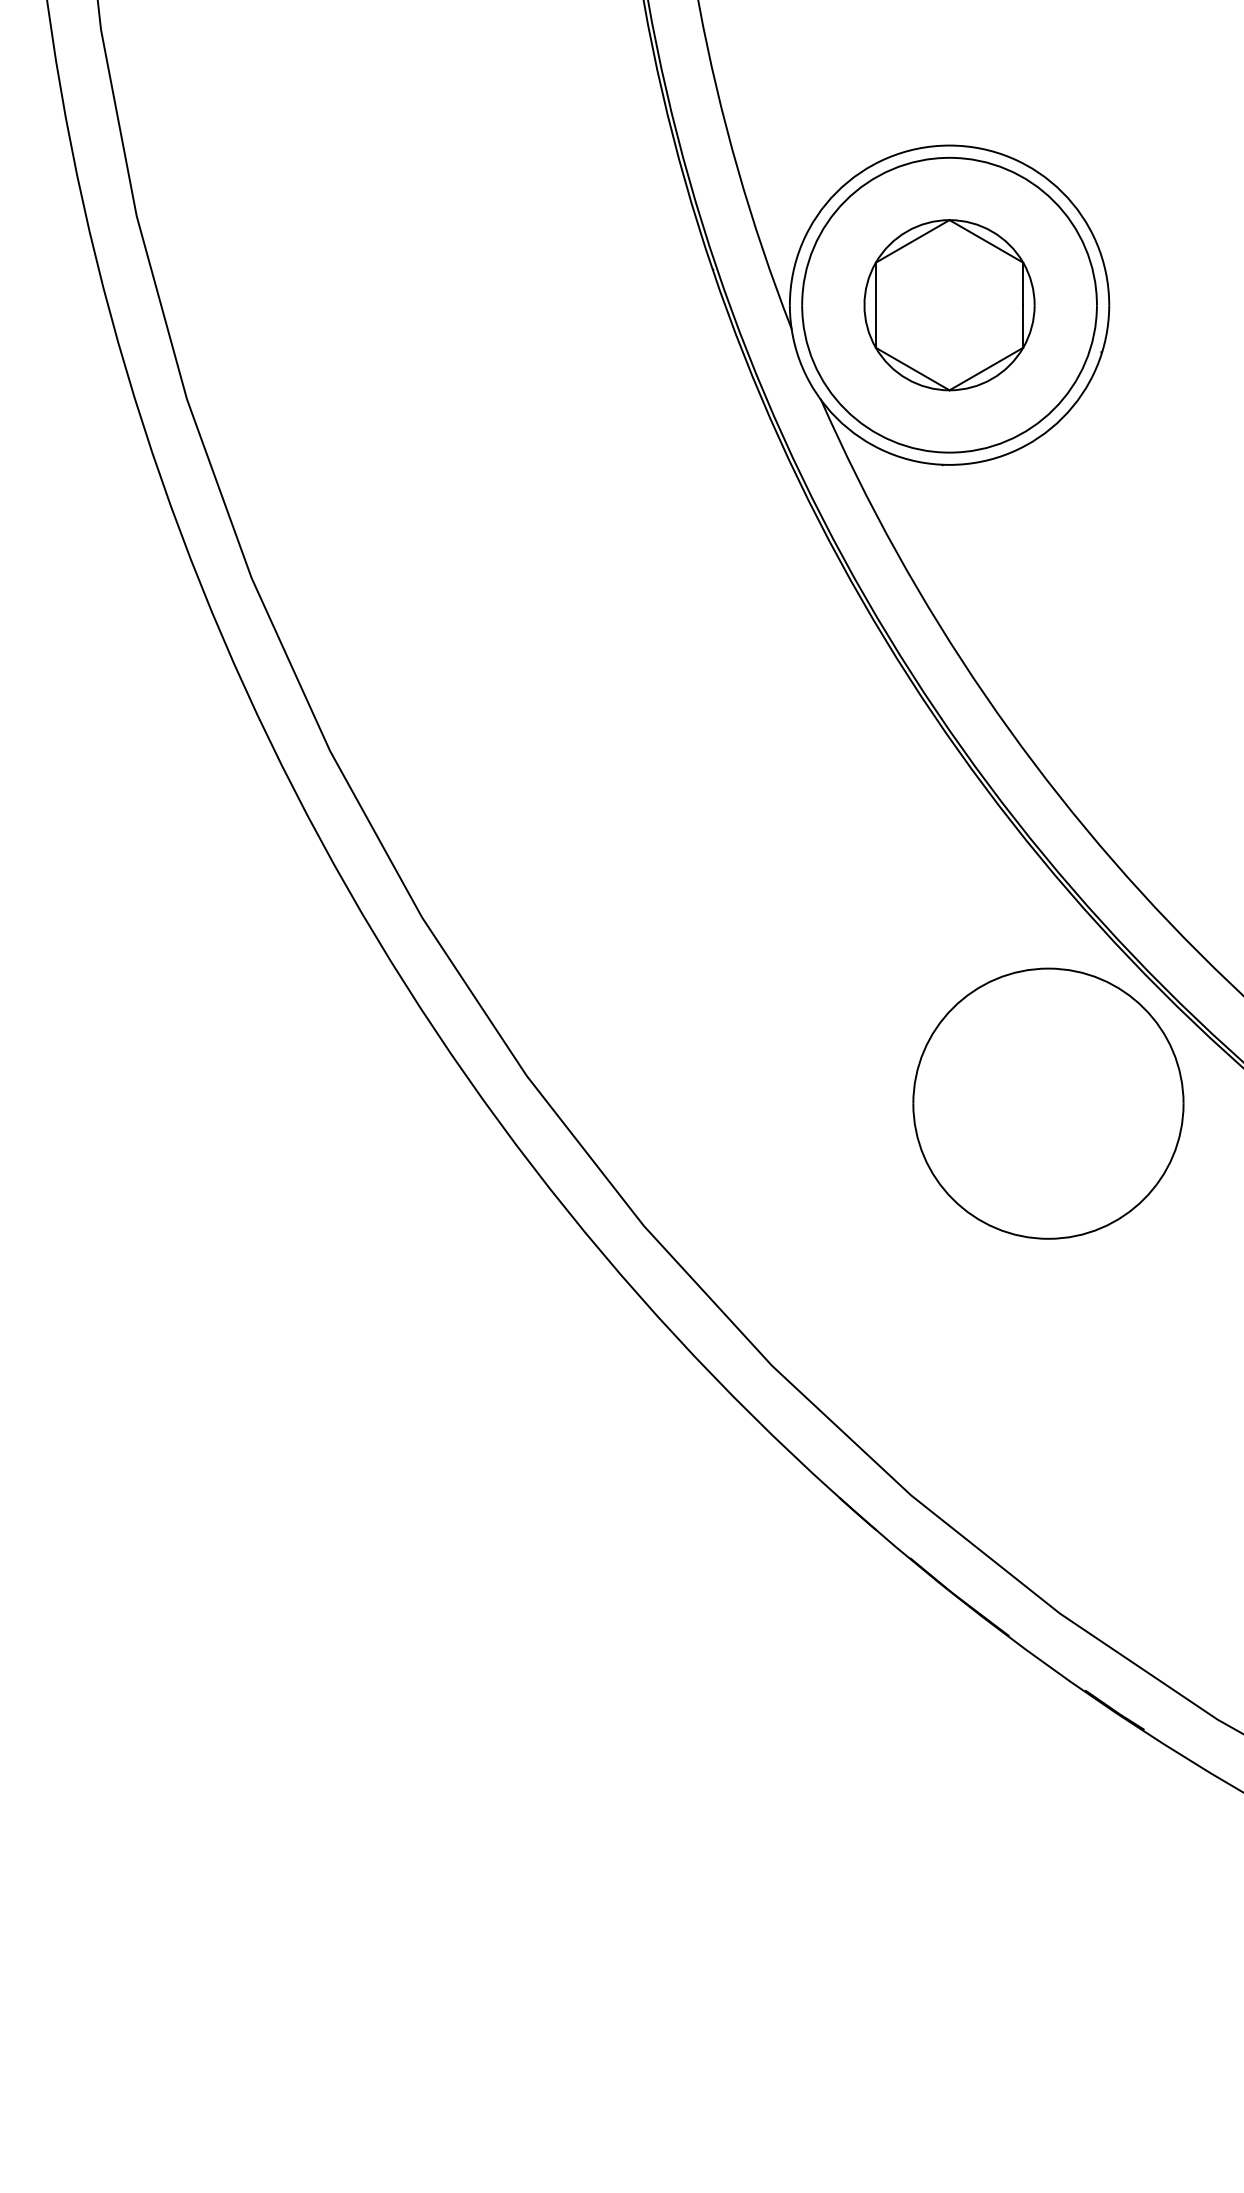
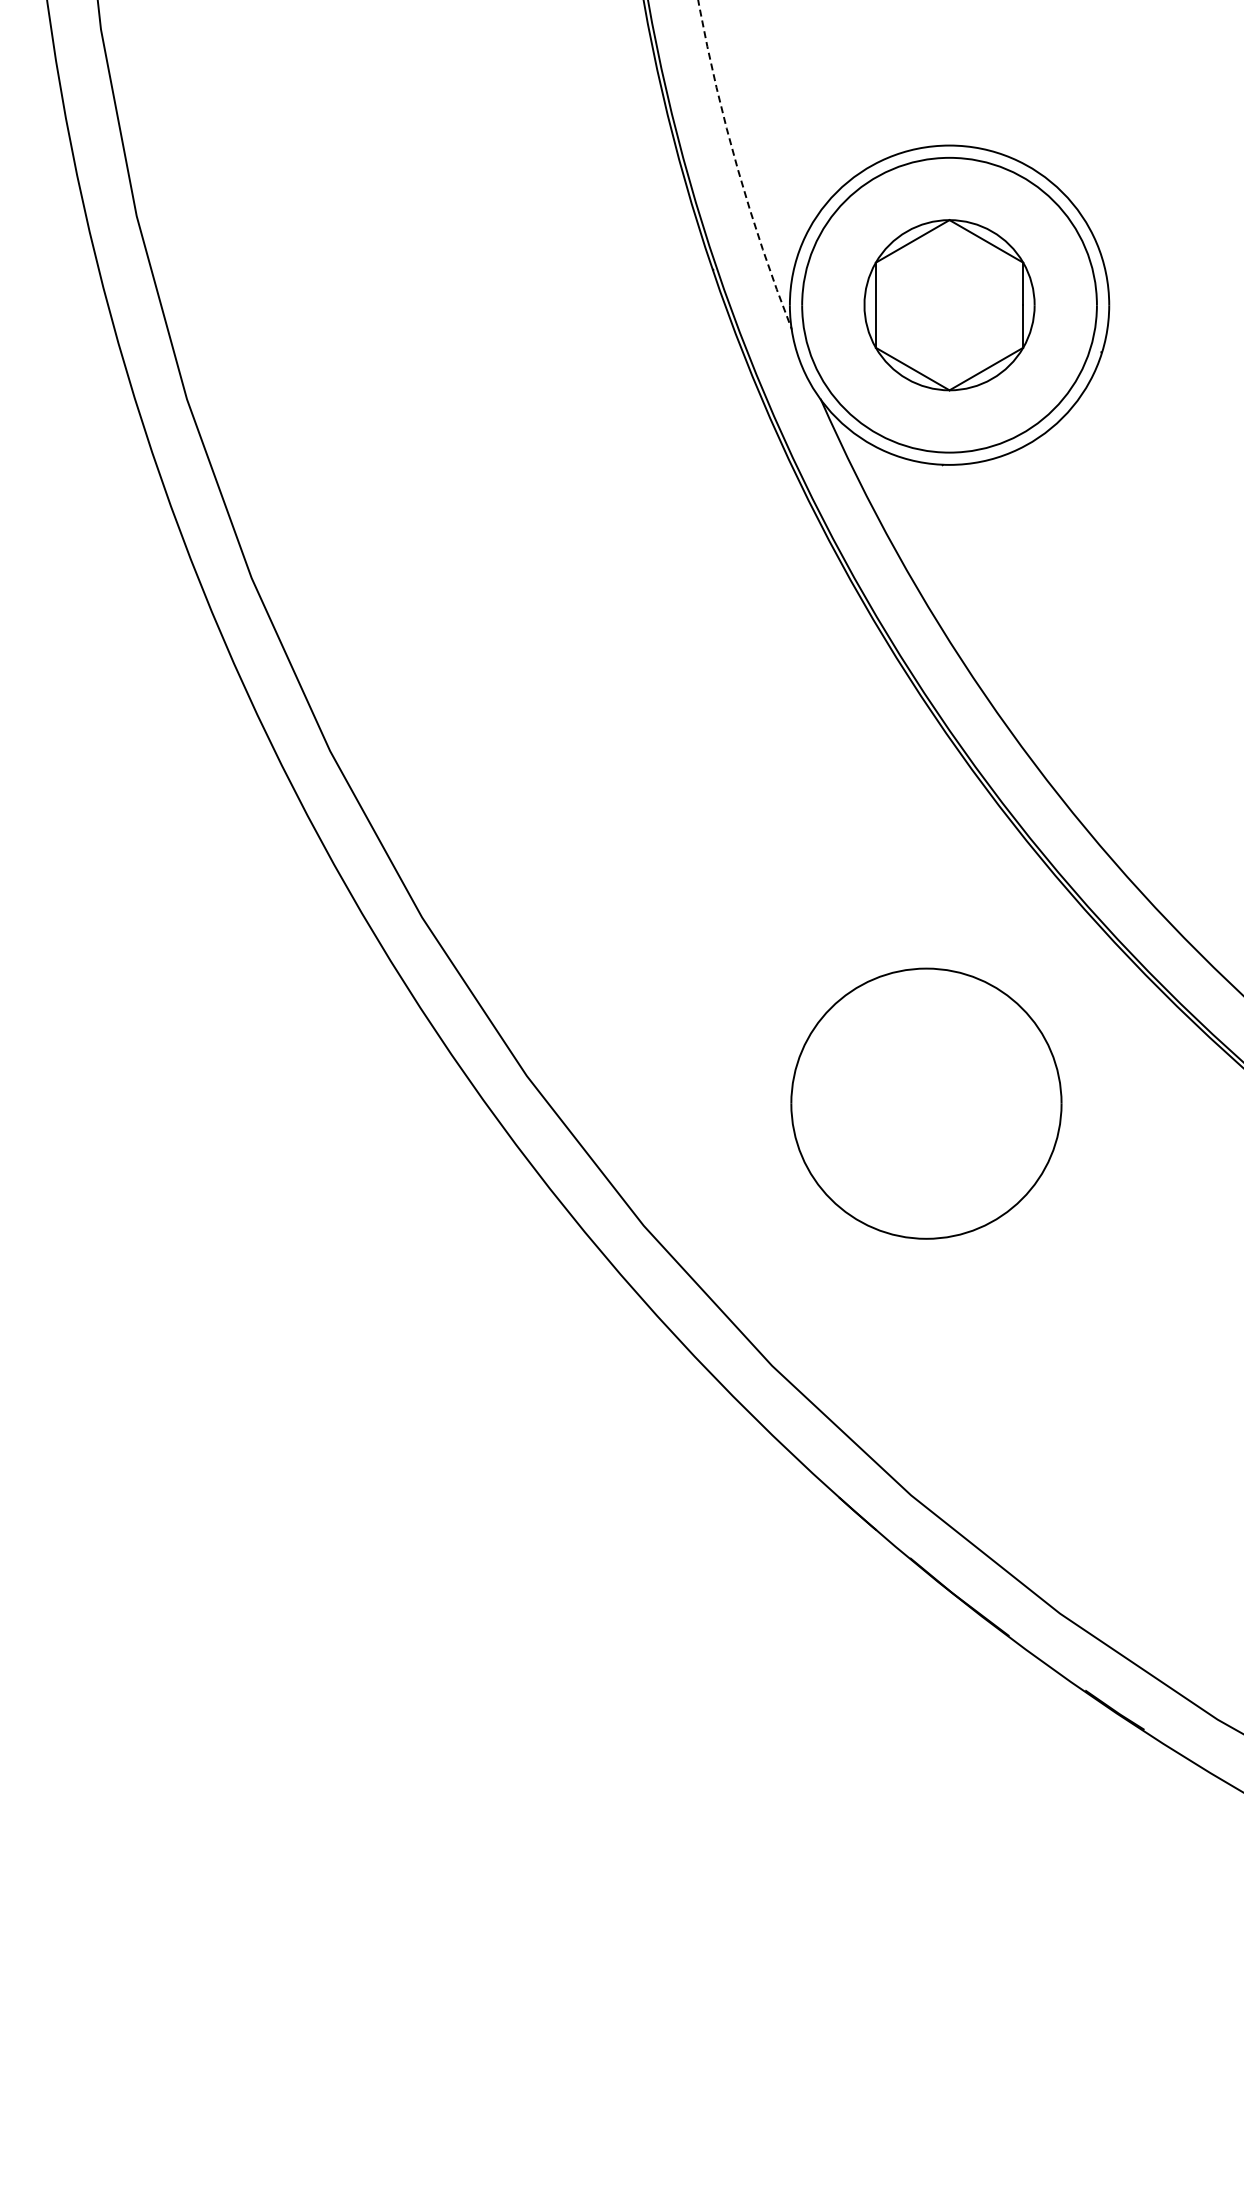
arc at (737, 167): solid -> dashed
part at (1048, 1103) position: (1048, 1103) -> (926, 1103)
